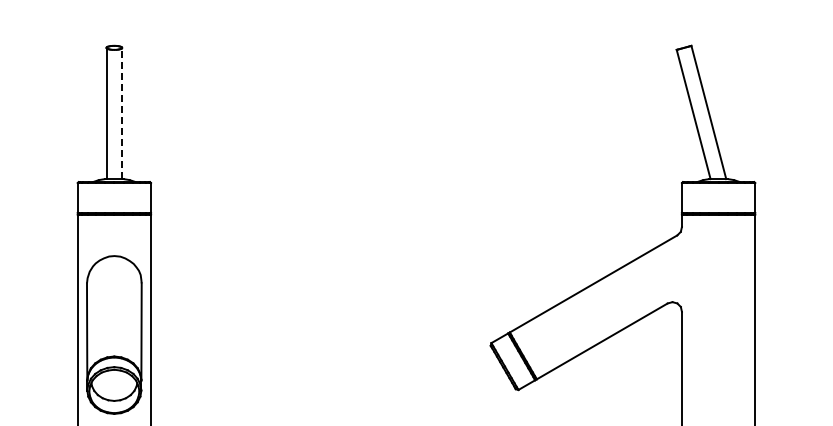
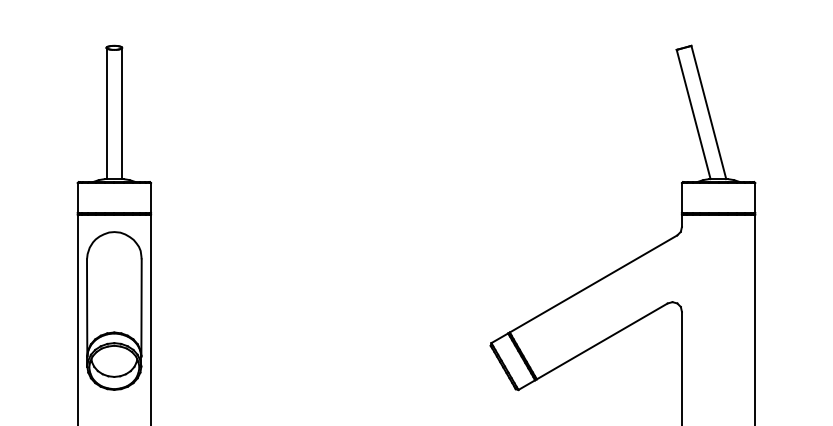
line at (122, 113): dashed -> solid
part at (114, 334) position: (114, 334) -> (114, 310)
